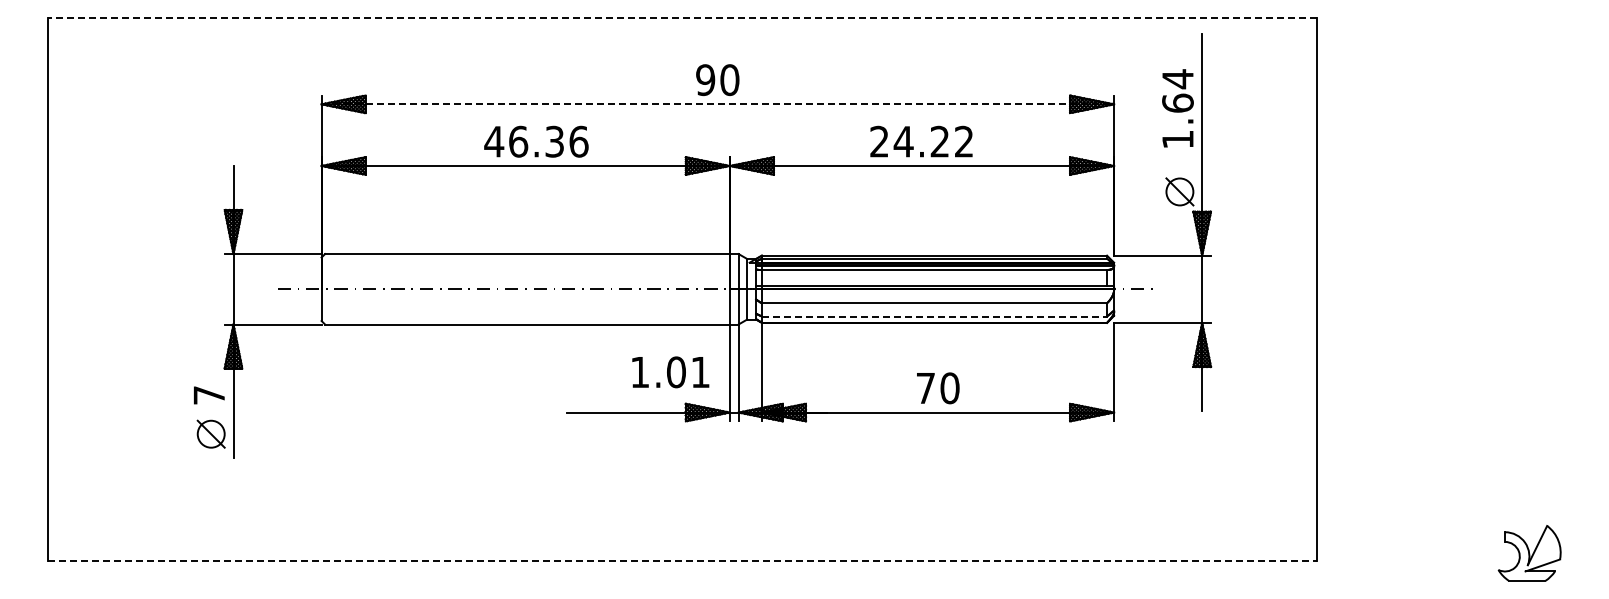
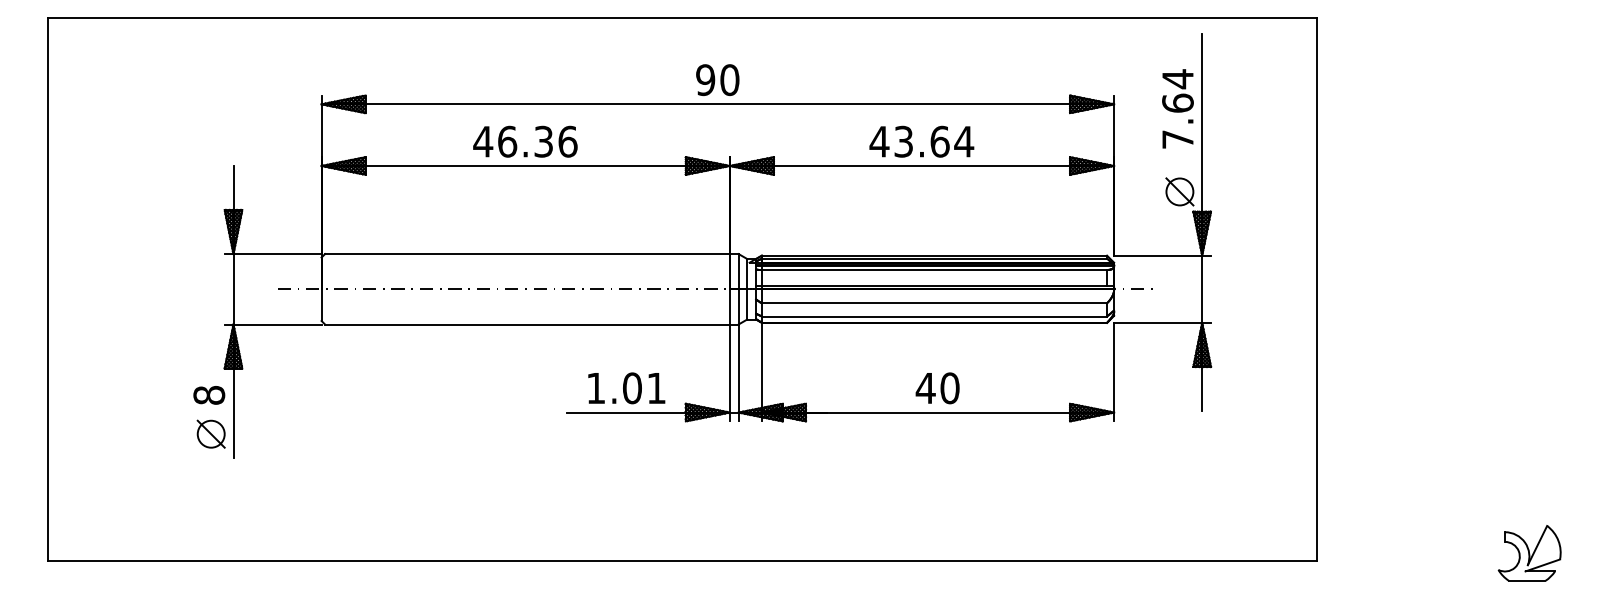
line at (682, 18): dashed -> solid
line at (718, 104): dashed -> solid
text at (1177, 139): 1.64 -> 7.64
text at (536, 141) position: (536, 141) -> (525, 141)
text at (921, 141): 24.22 -> 43.64
line at (934, 316): dashed -> solid
text at (670, 372) position: (670, 372) -> (626, 388)
text at (925, 388): 70 -> 40
text at (209, 395): 7 -> 8
line at (683, 560): dashed -> solid
